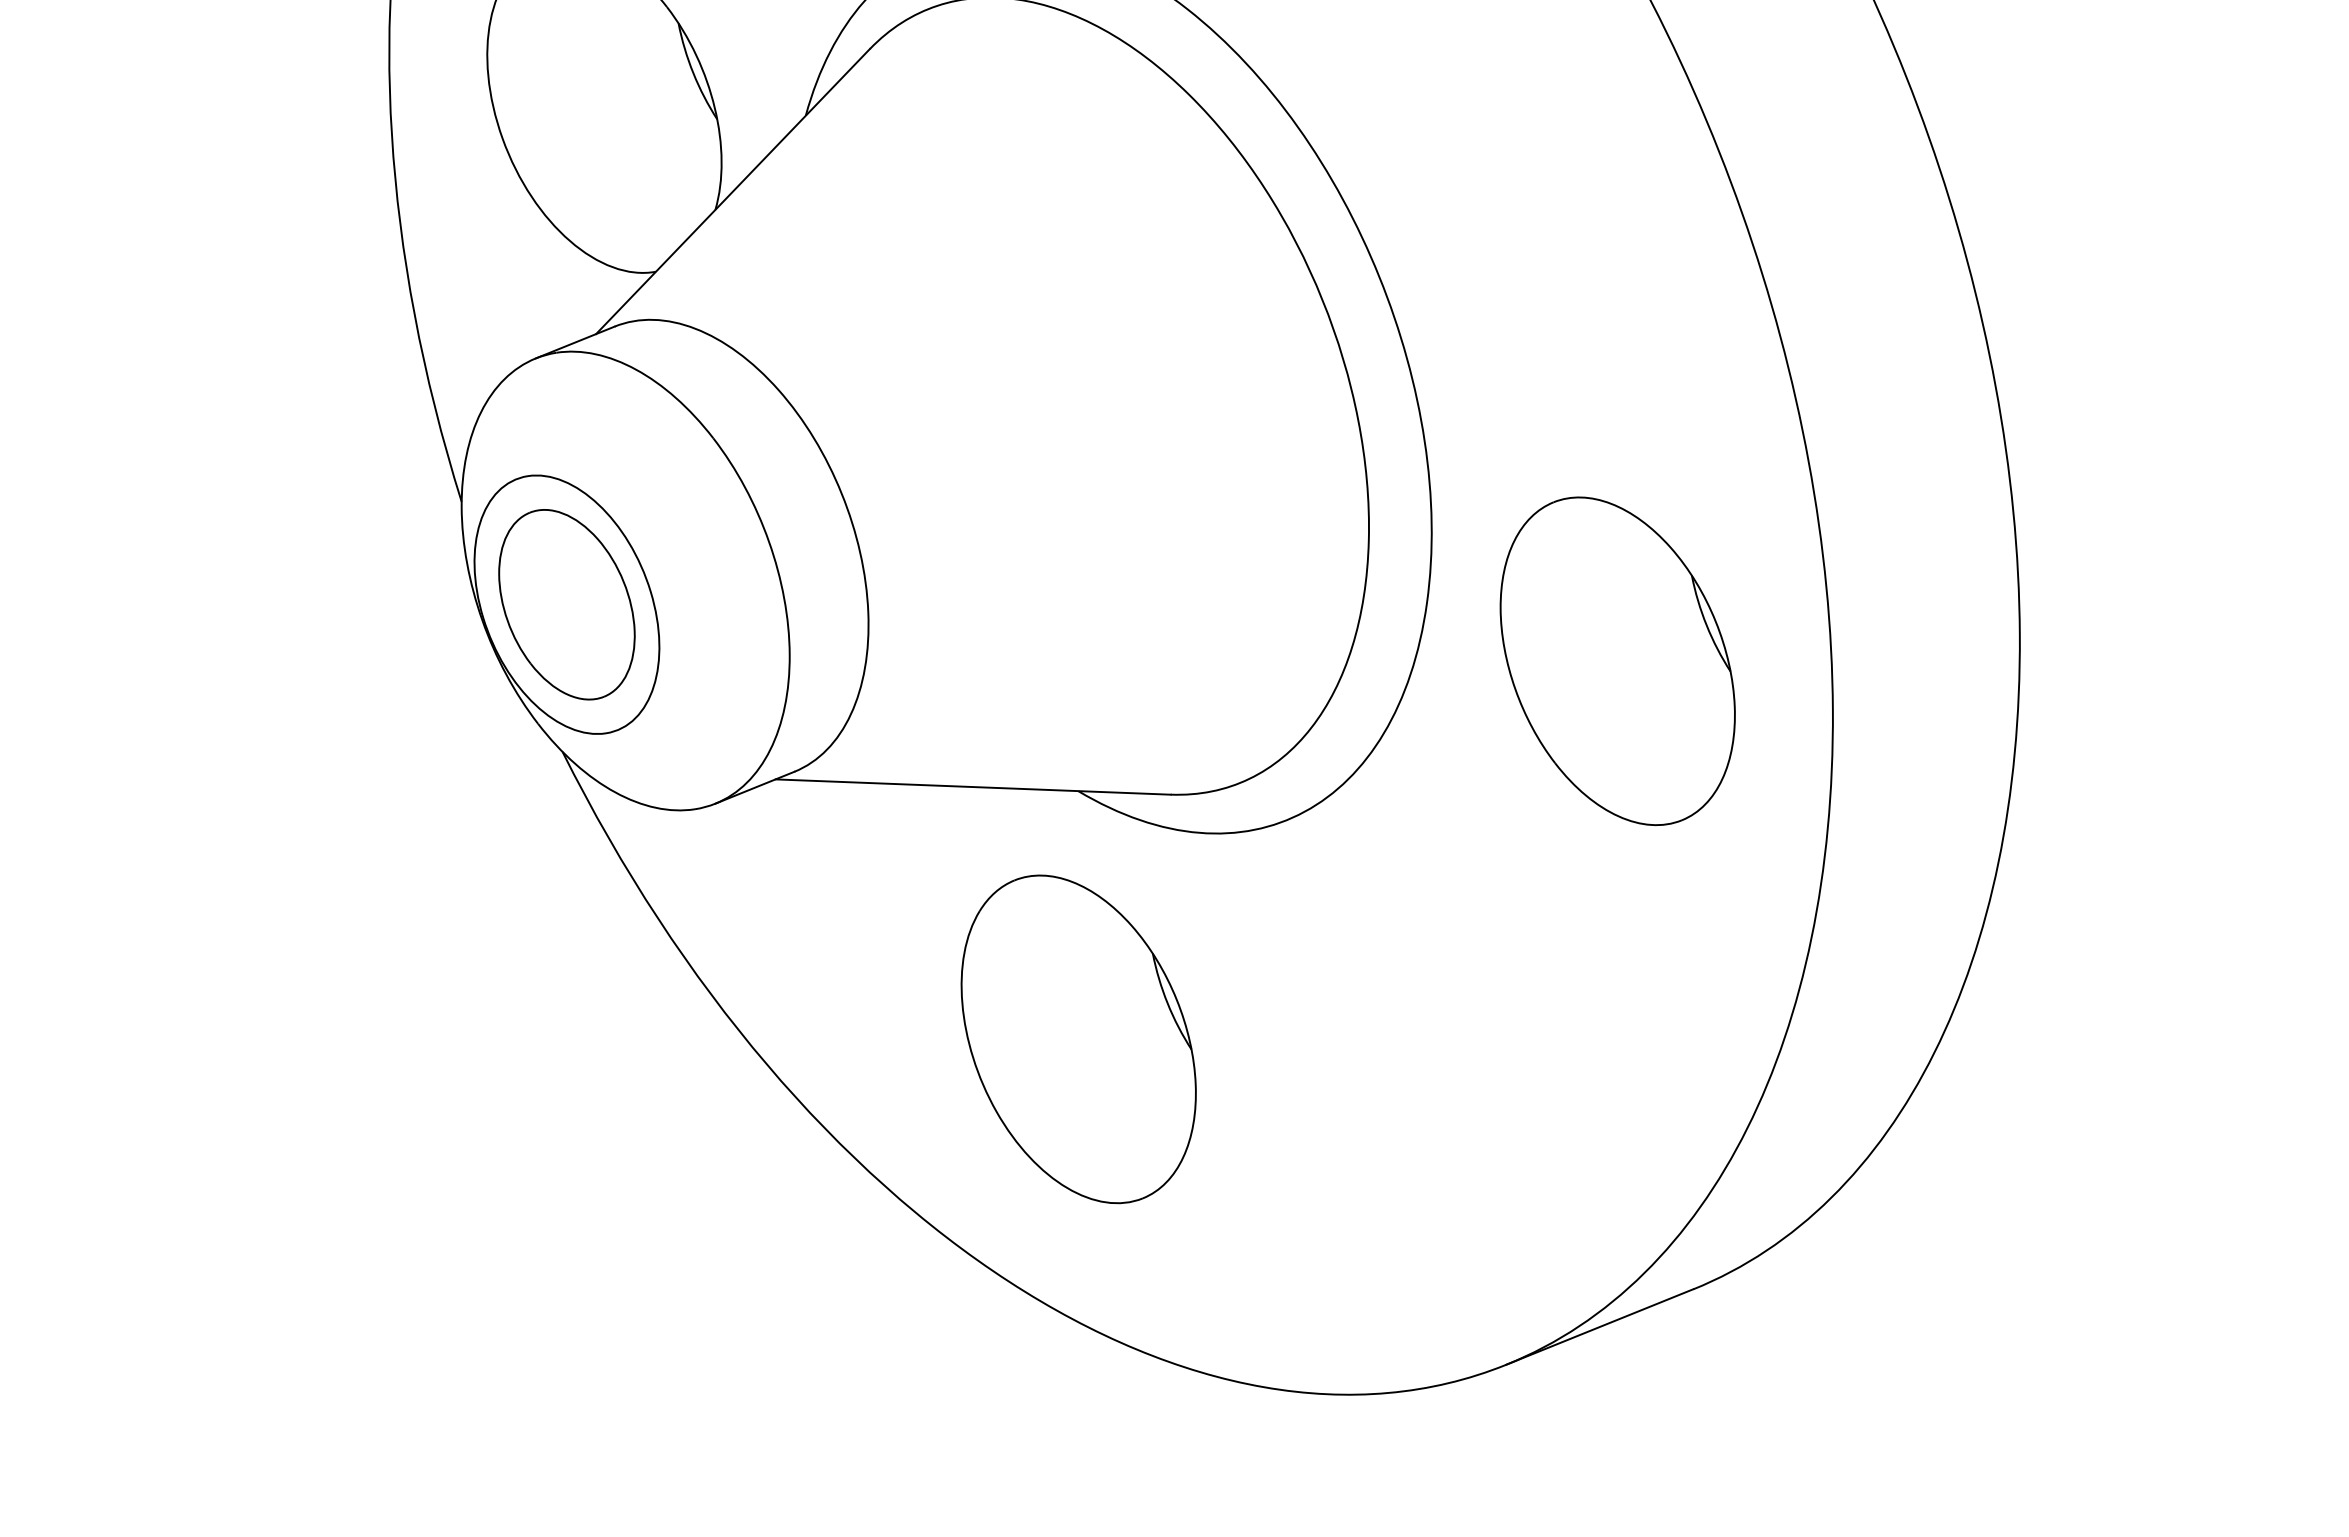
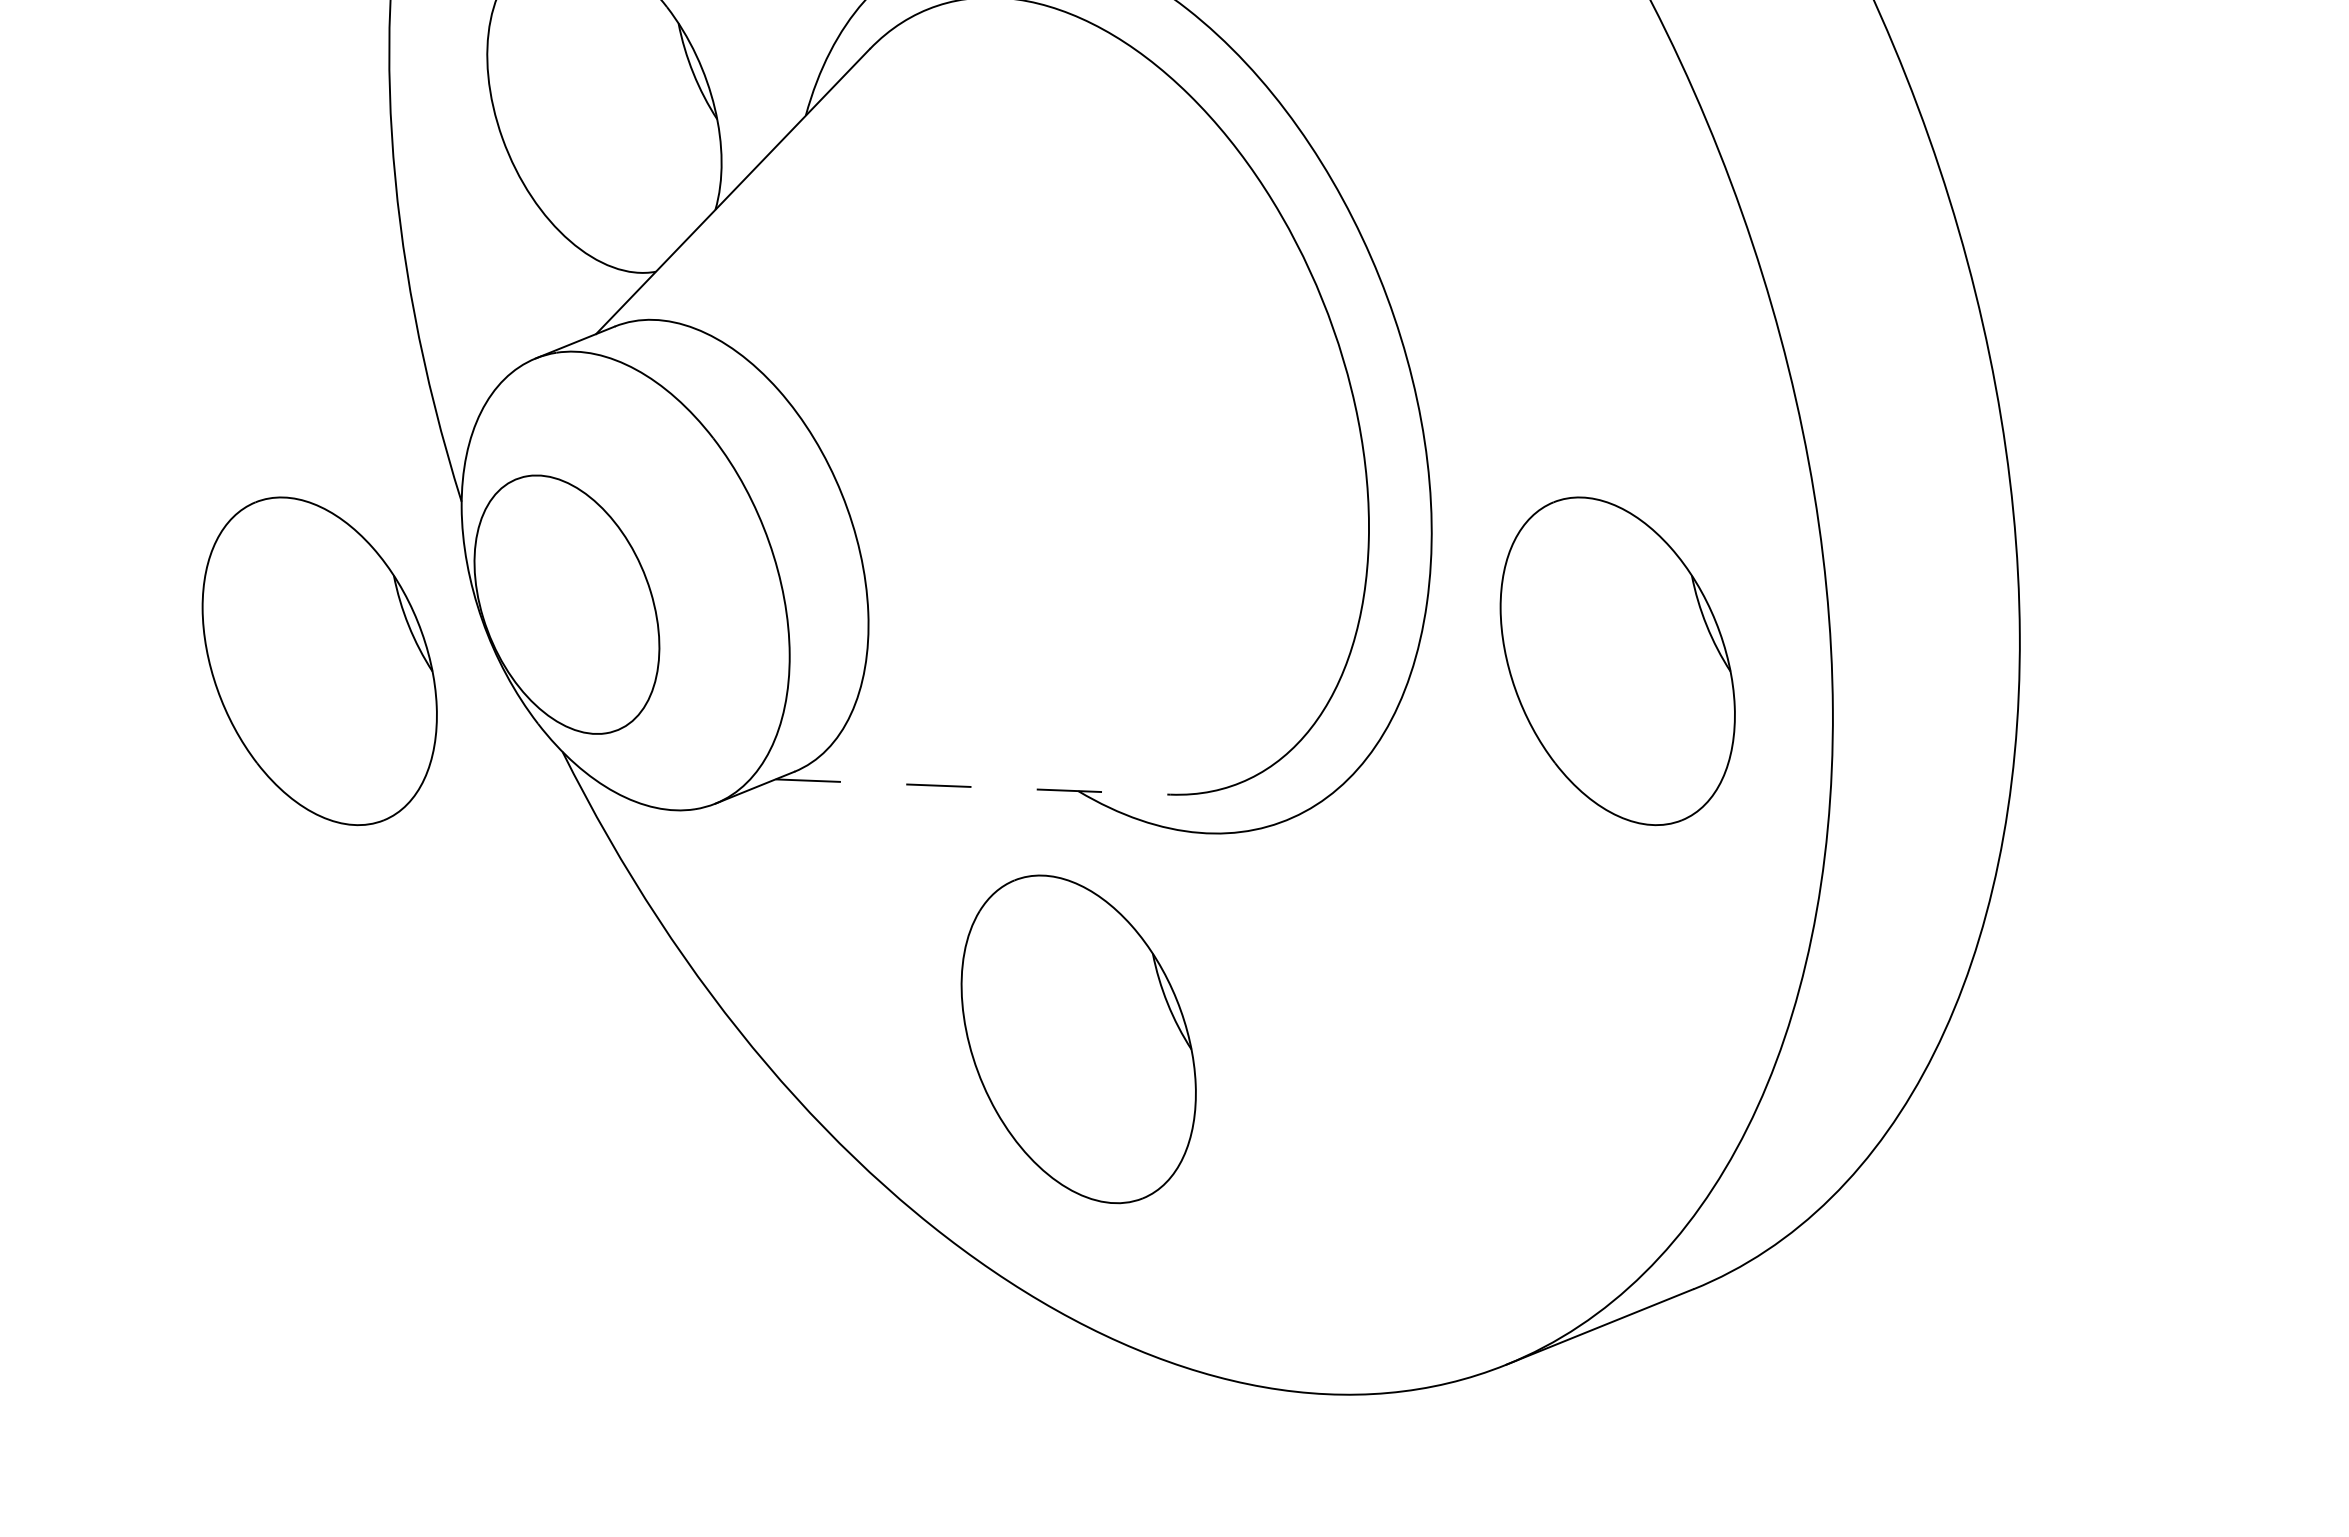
part at (566, 604): present -> none
part at (319, 661): none -> present
line at (973, 787): solid -> dashed
